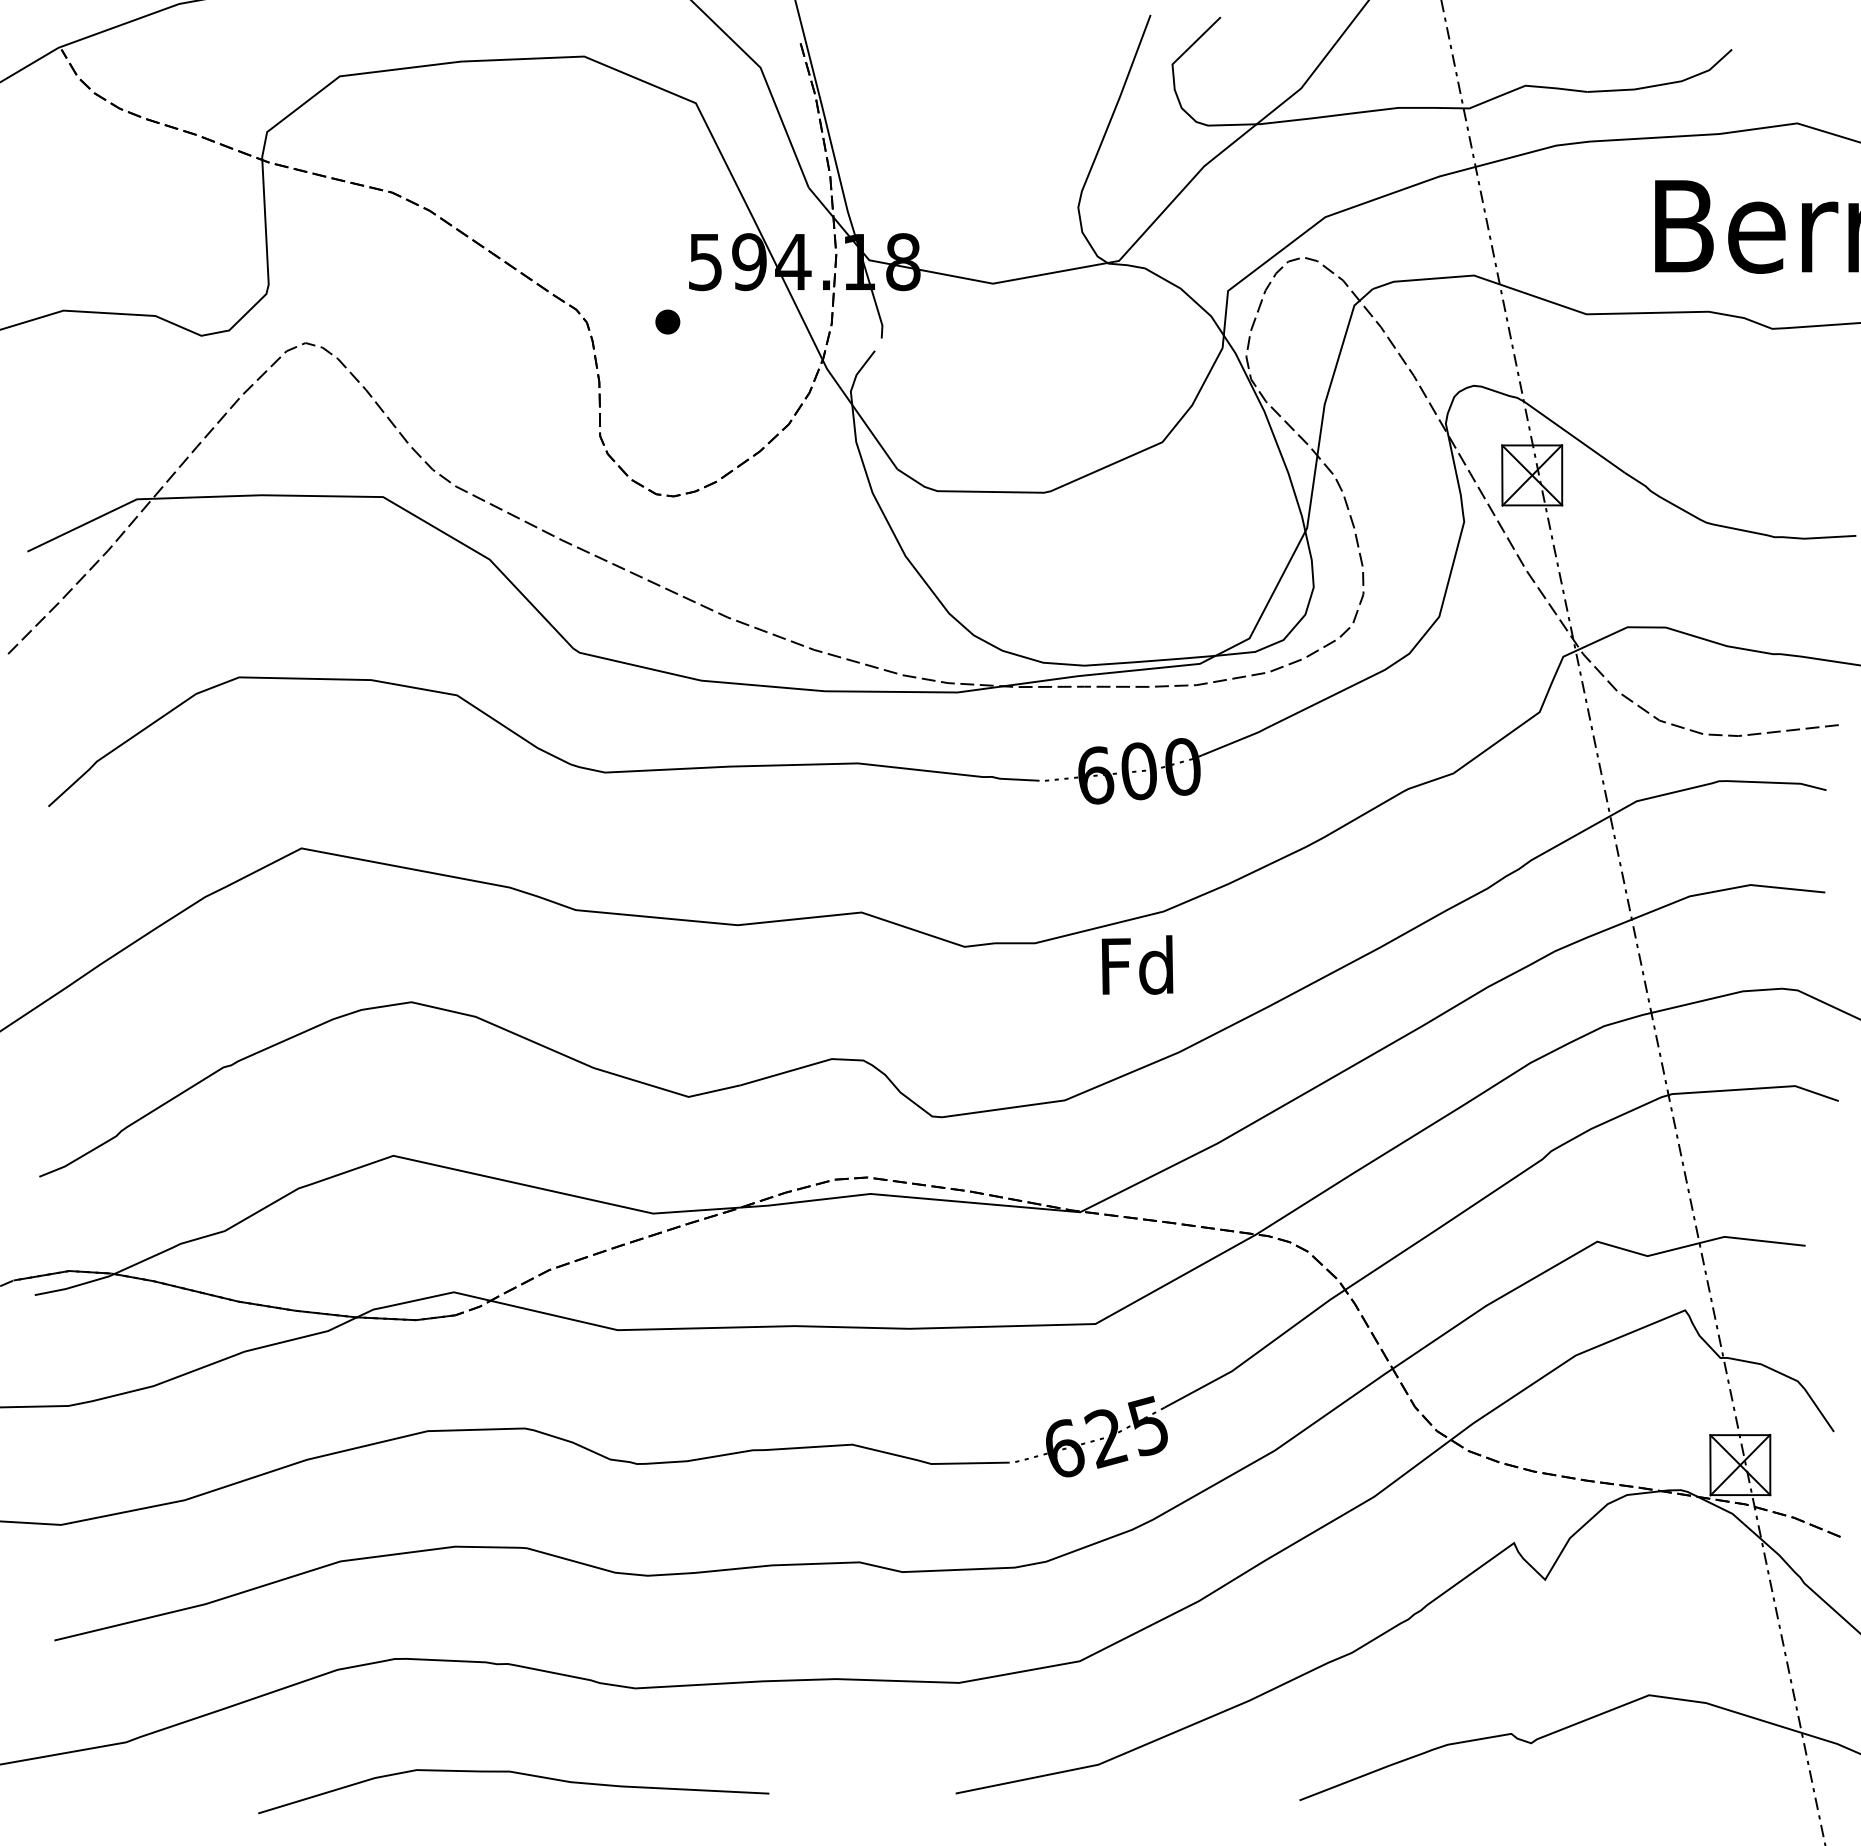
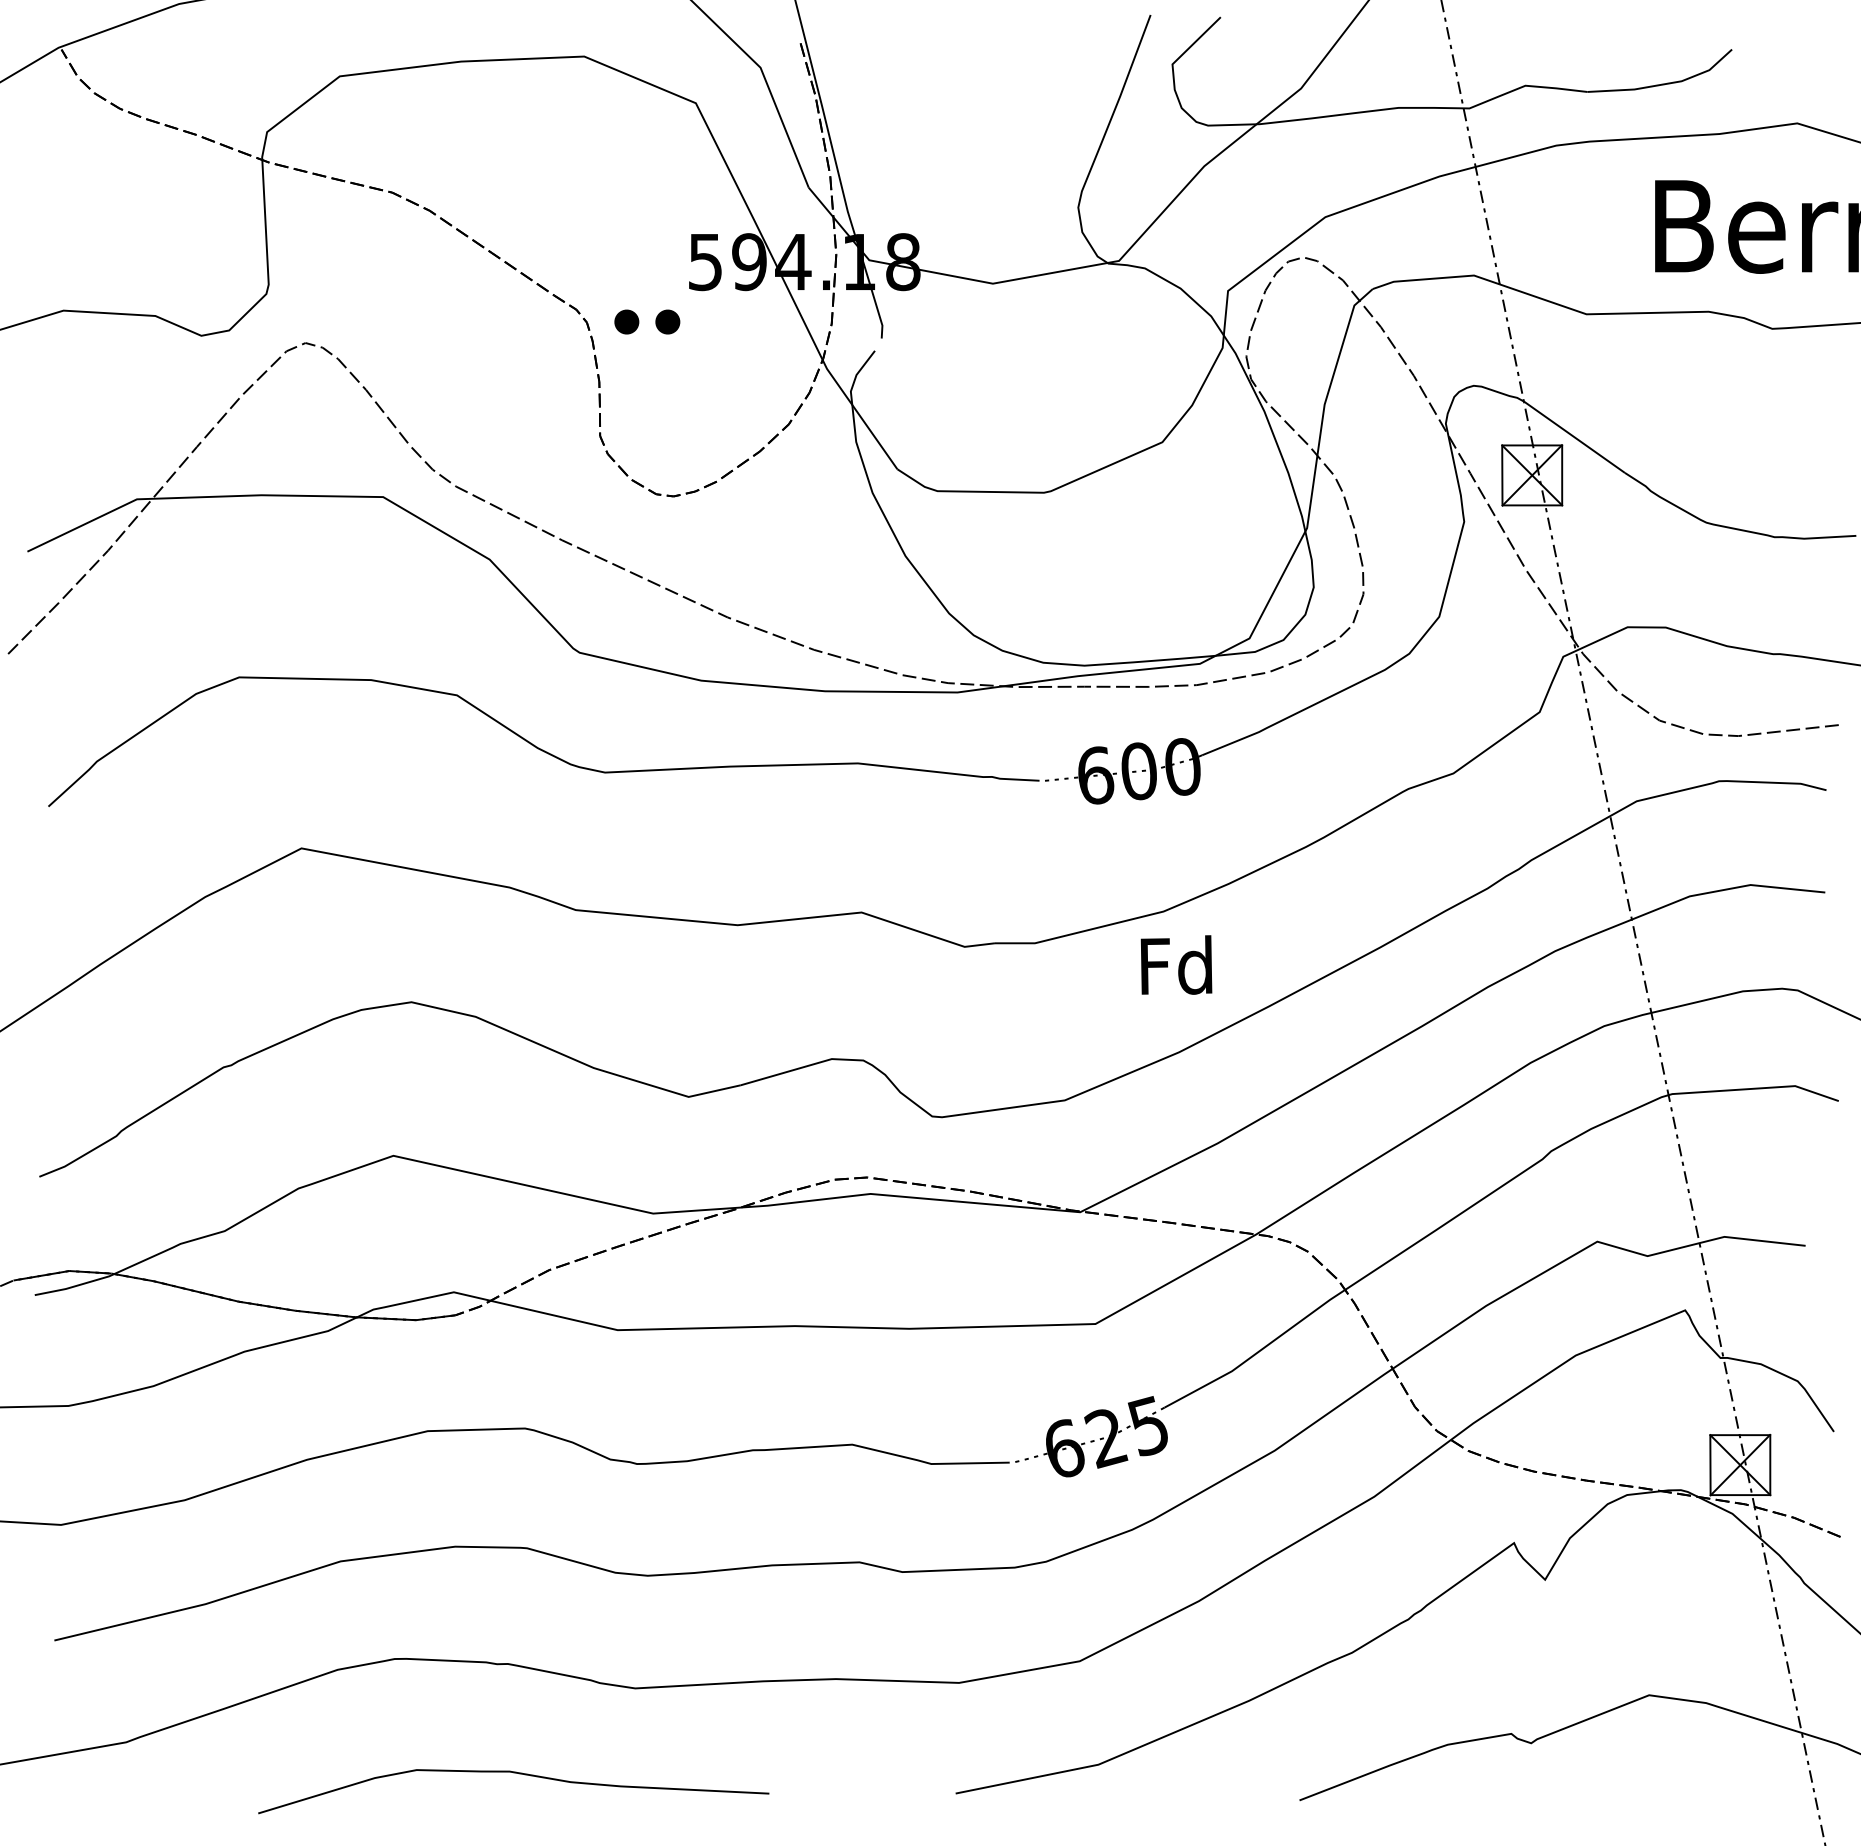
part at (626, 321): none -> present
text at (1137, 964) position: (1137, 964) -> (1176, 964)
